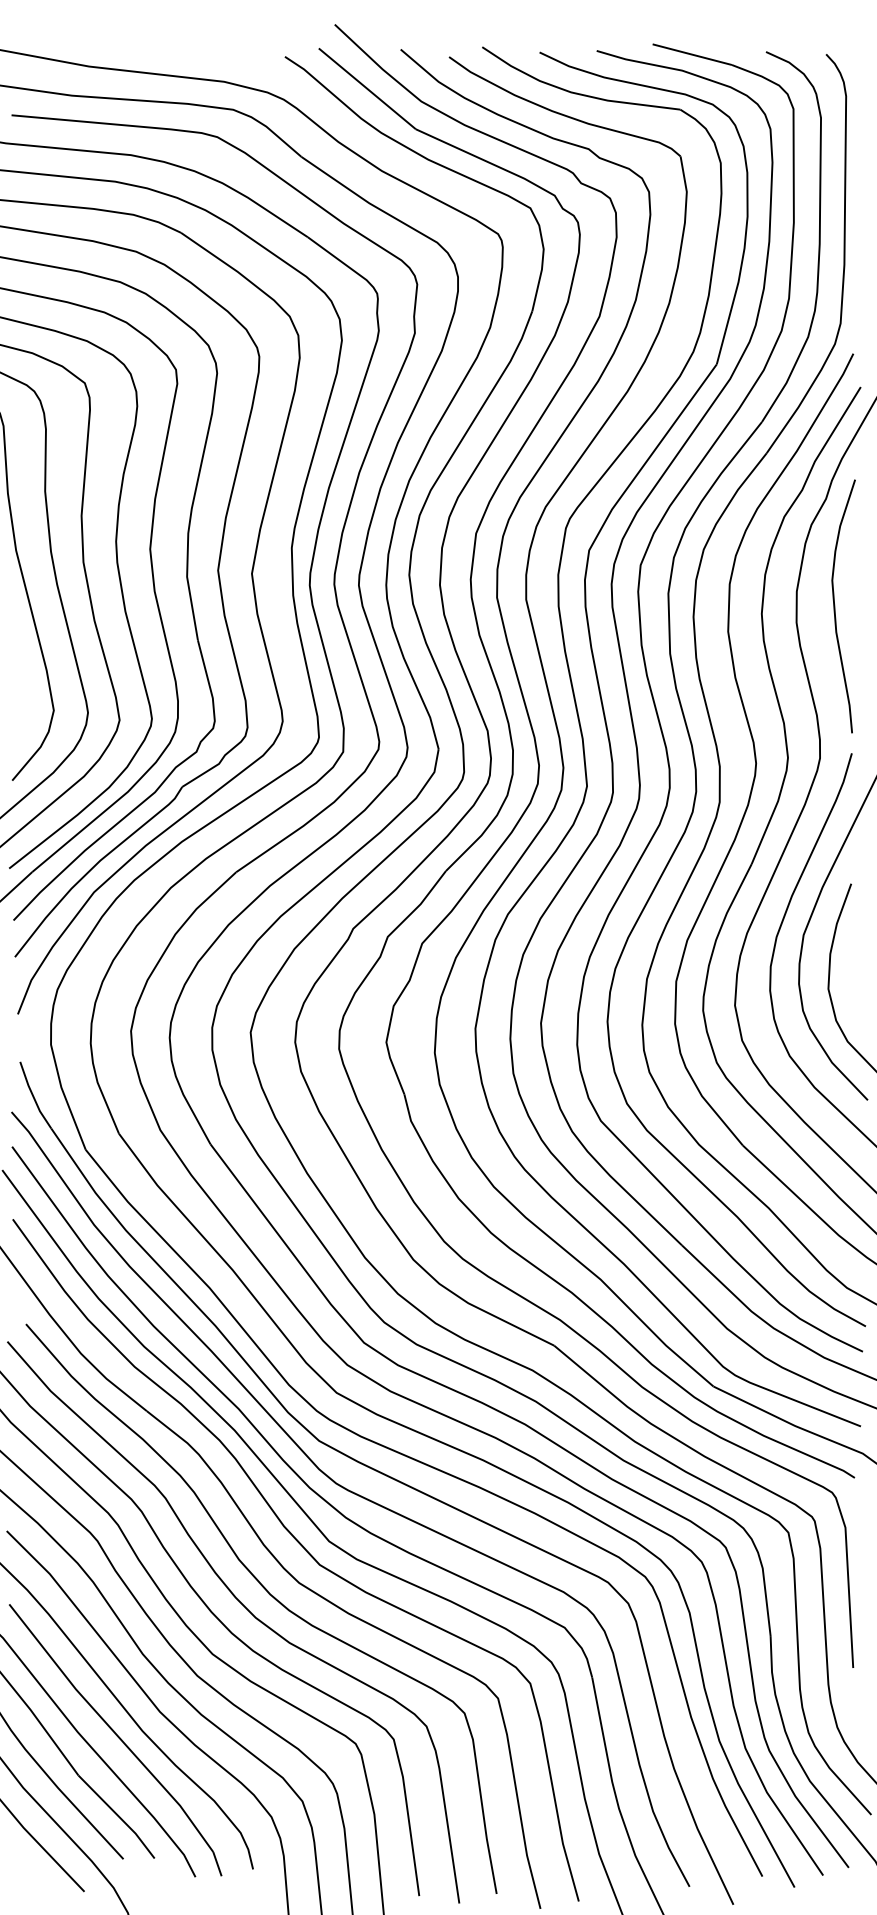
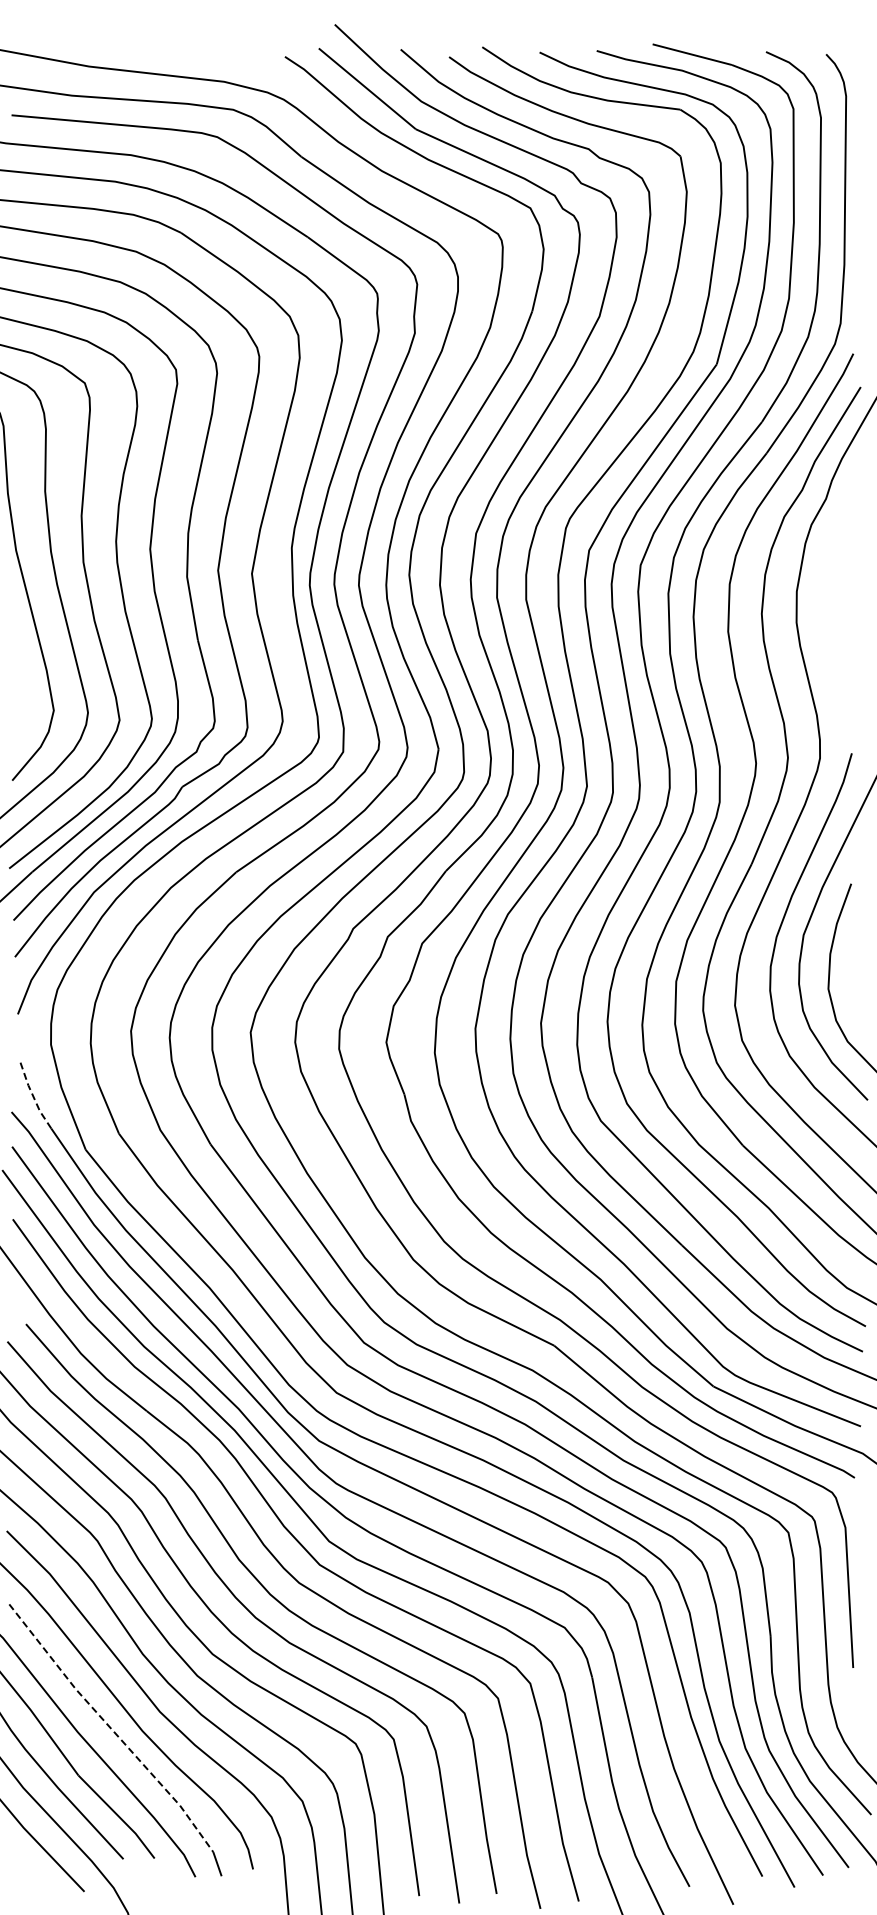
curve at (835, 606): present -> none
line at (33, 1096): solid -> dashed
line at (111, 1728): solid -> dashed
